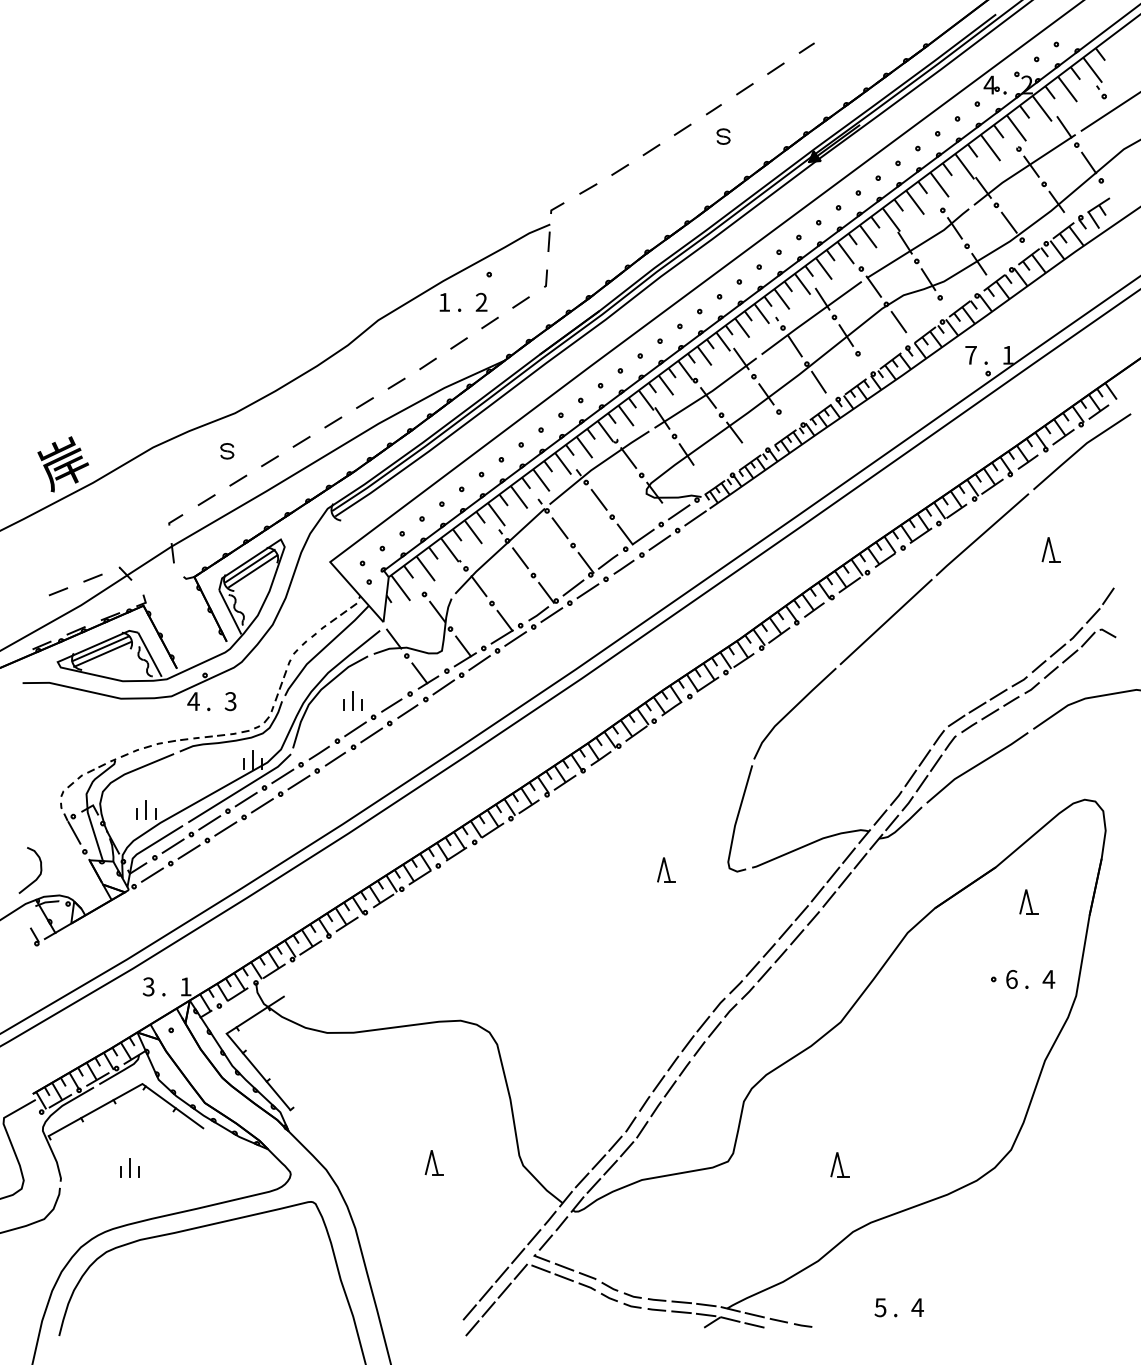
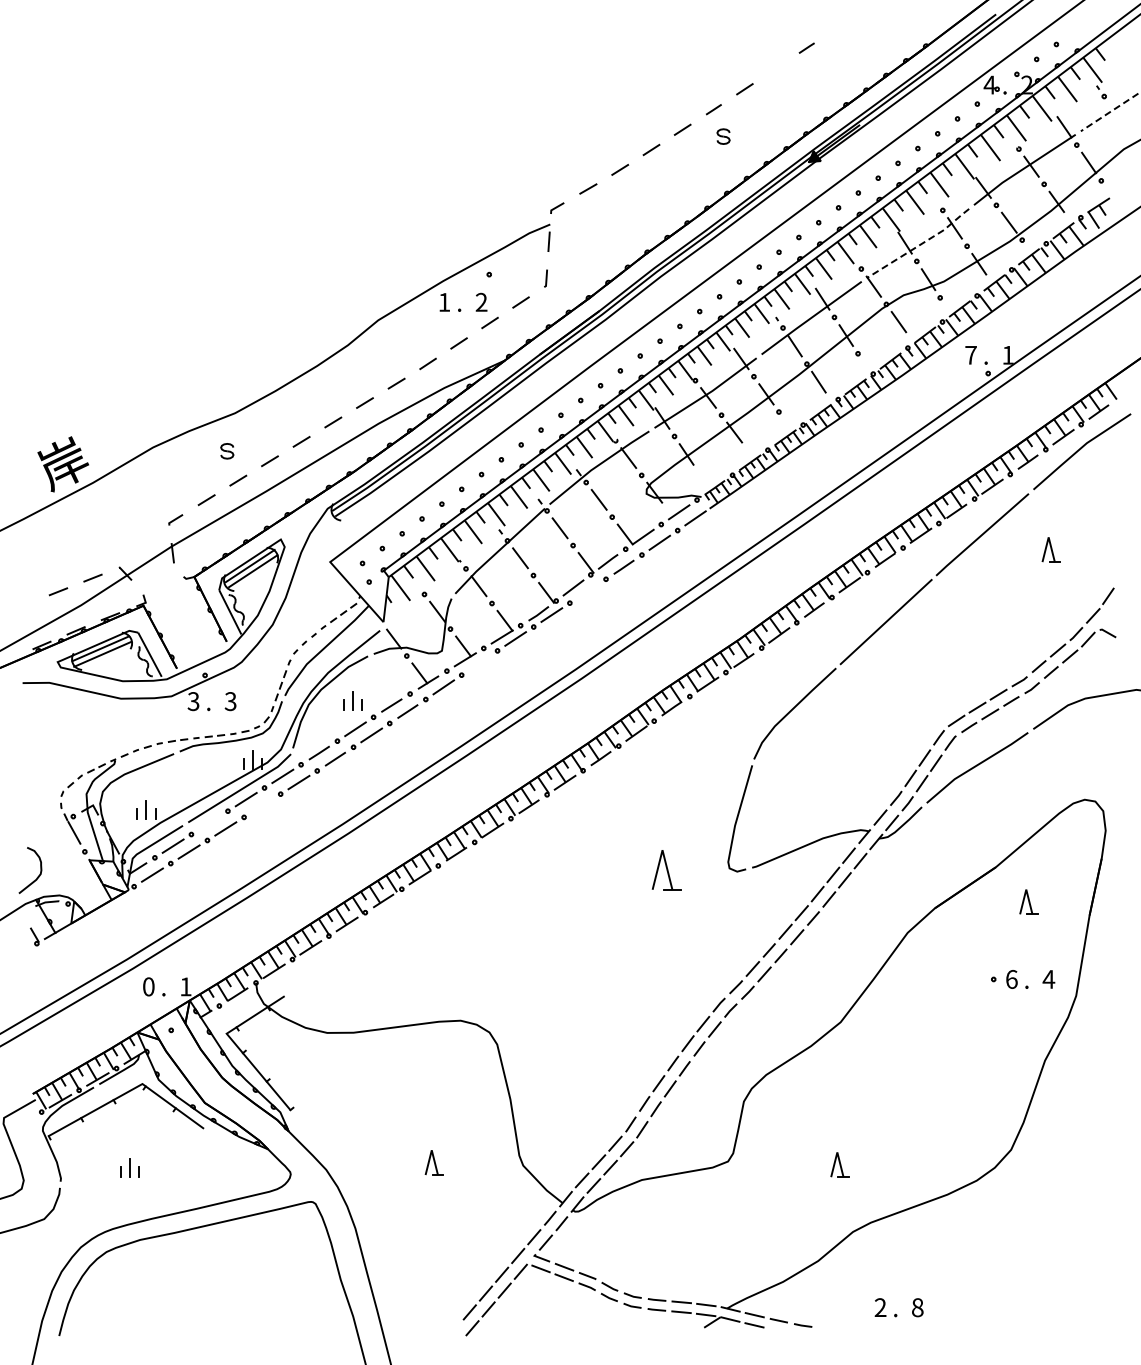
line at (775, 68): present -> none
line at (1110, 111): solid -> dashed
line at (920, 244): solid -> dashed
line at (587, 591): present -> none
line at (479, 662): present -> none
text at (193, 701): 4 -> 3
line at (261, 805): present -> none
line at (209, 822): present -> none
part at (666, 869) size: 19x26 px -> 31x41 px
text at (148, 986): 3 -> 0
text at (880, 1307): 5 -> 2
text at (917, 1307): 4 -> 8
